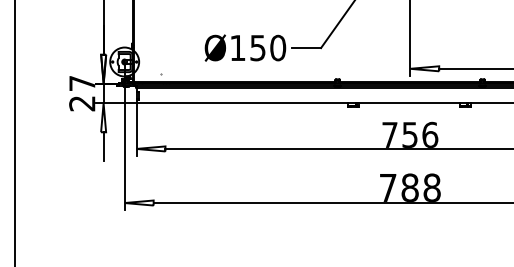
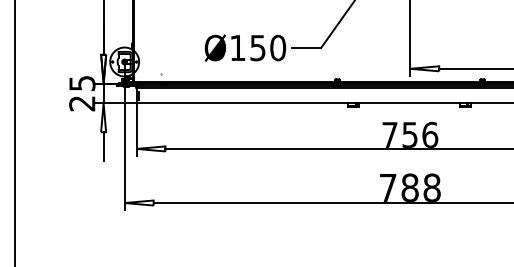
text at (82, 83): 27 -> 25
